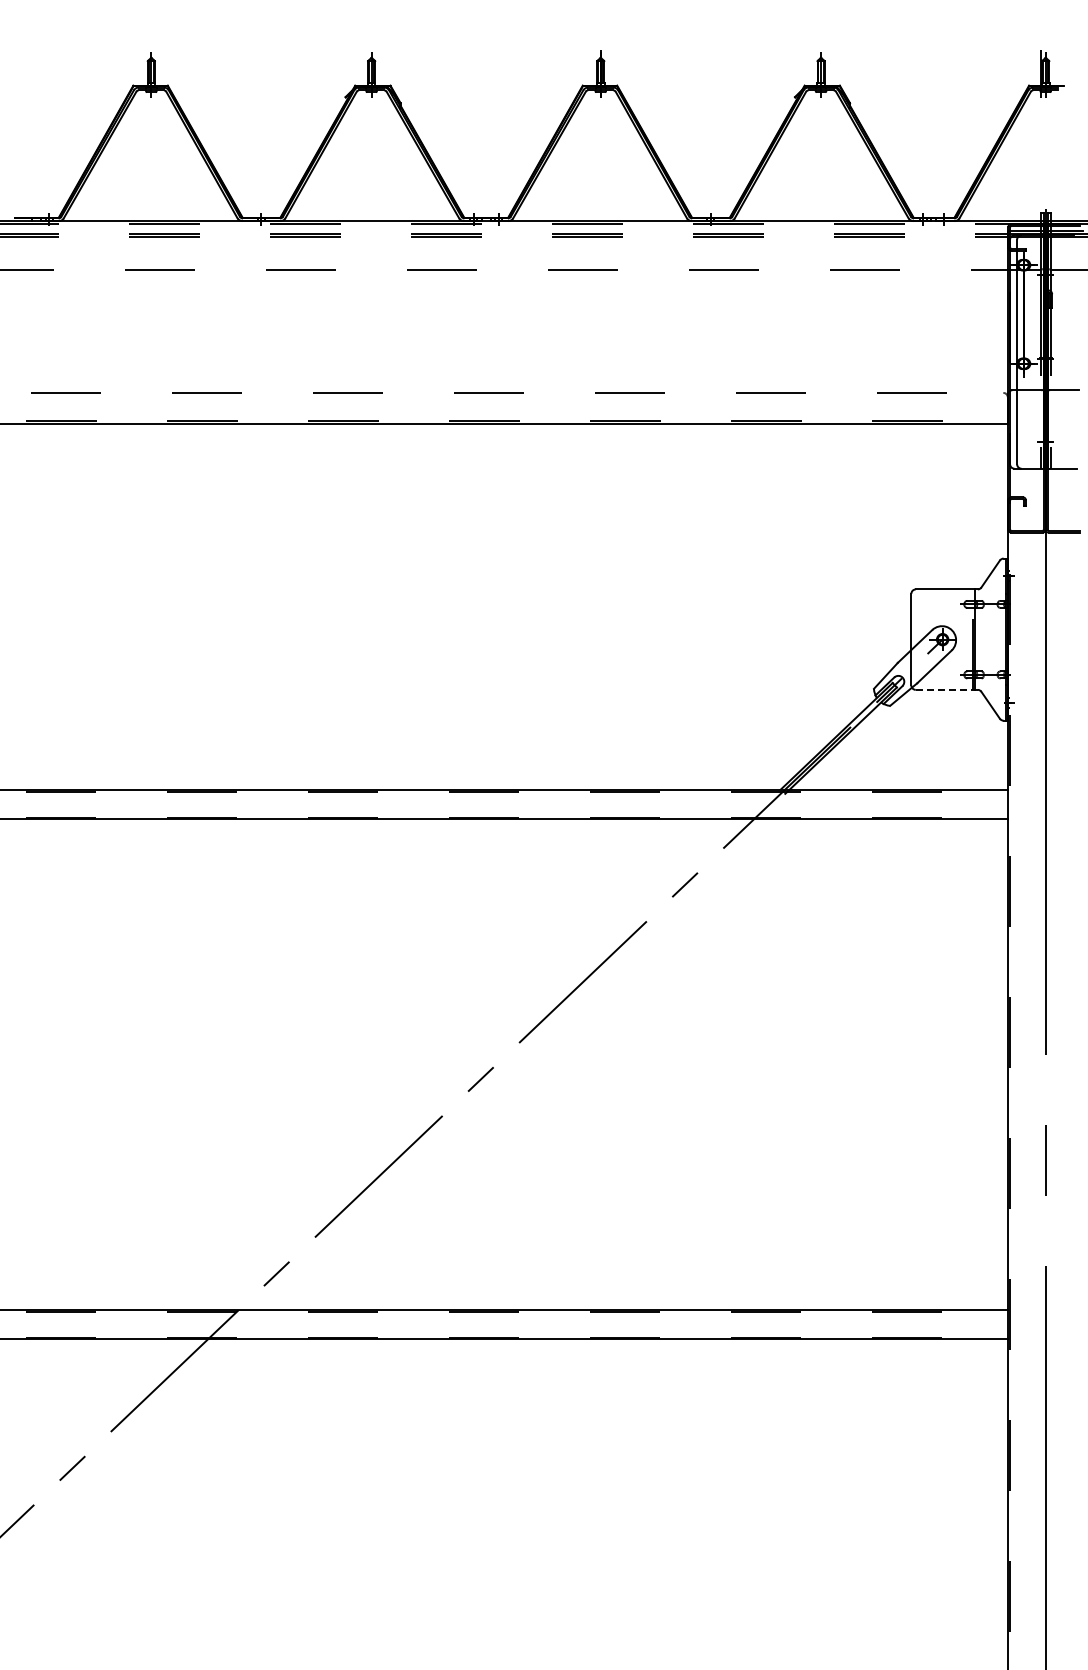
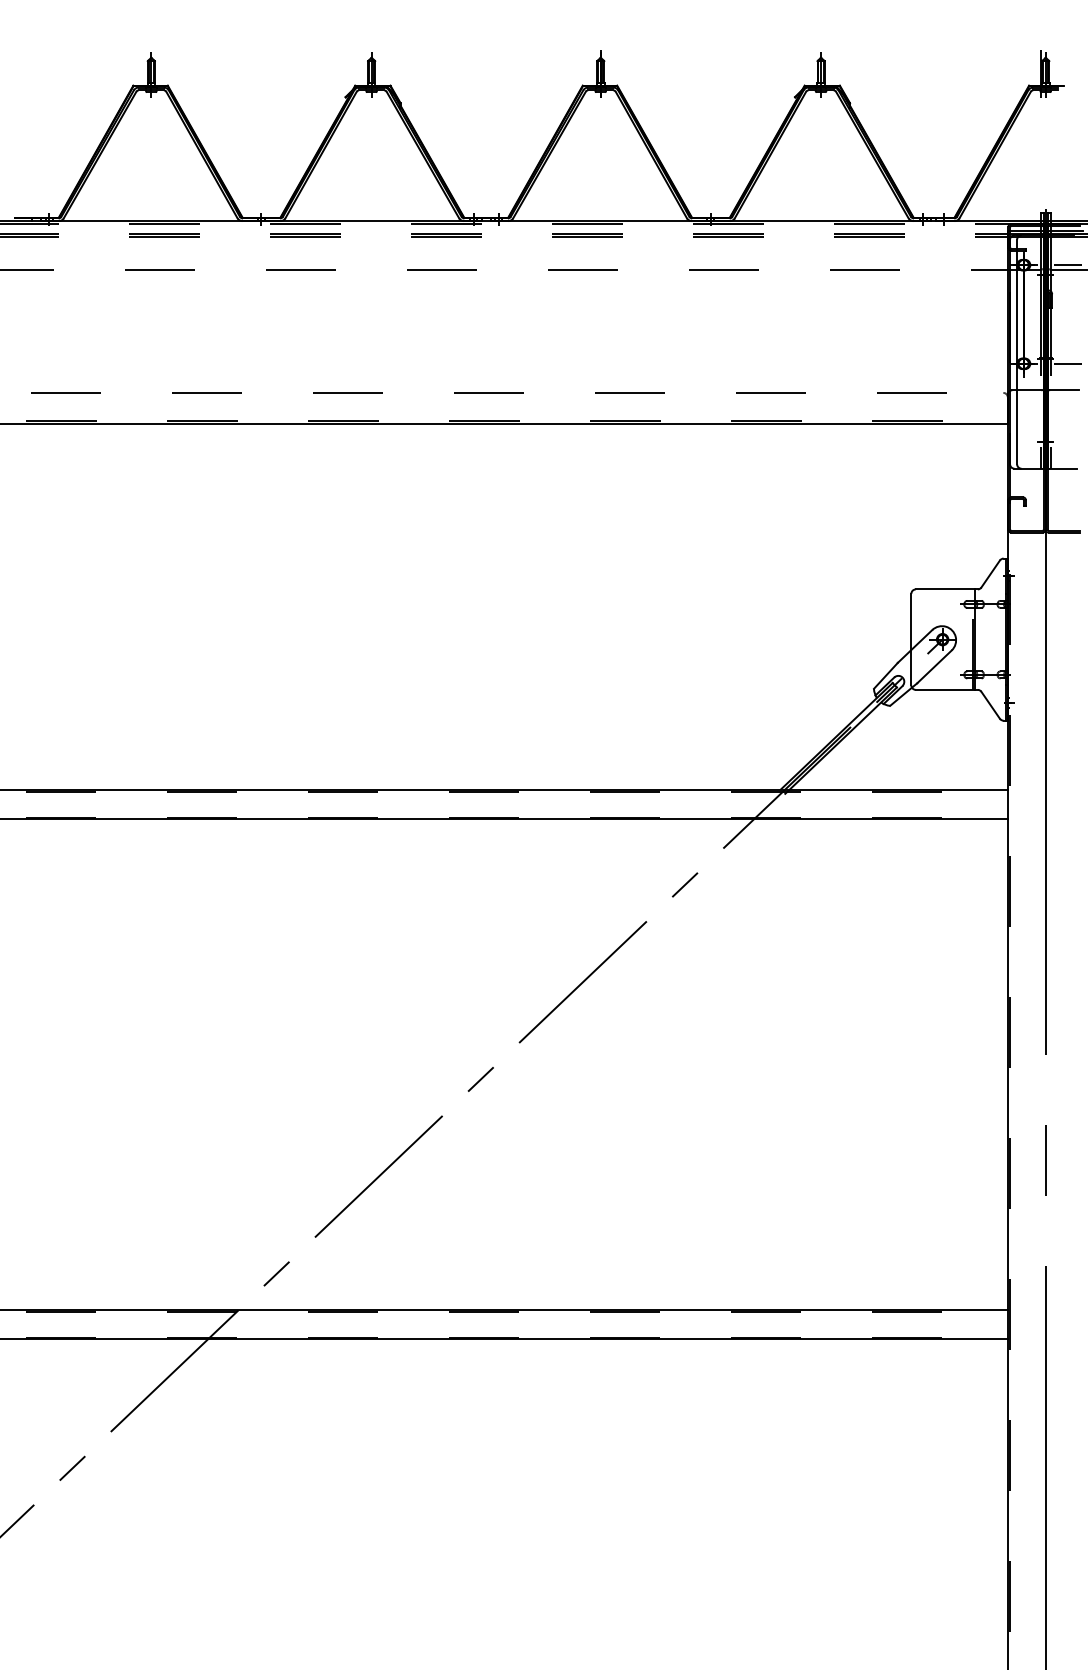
line at (1067, 265): none -> present
line at (1067, 363): none -> present
line at (947, 689): dashed -> solid
